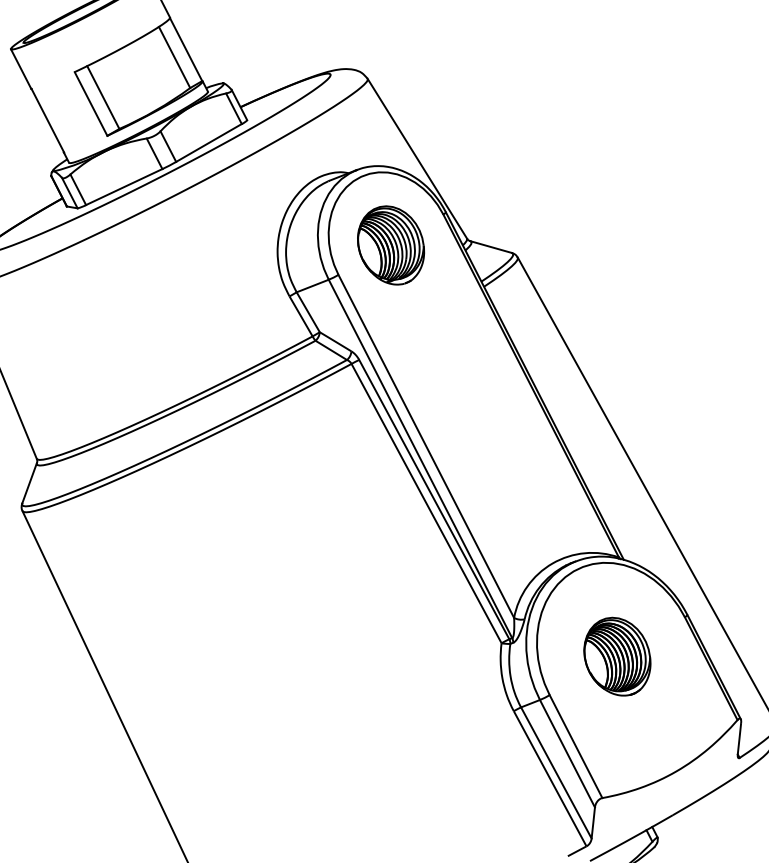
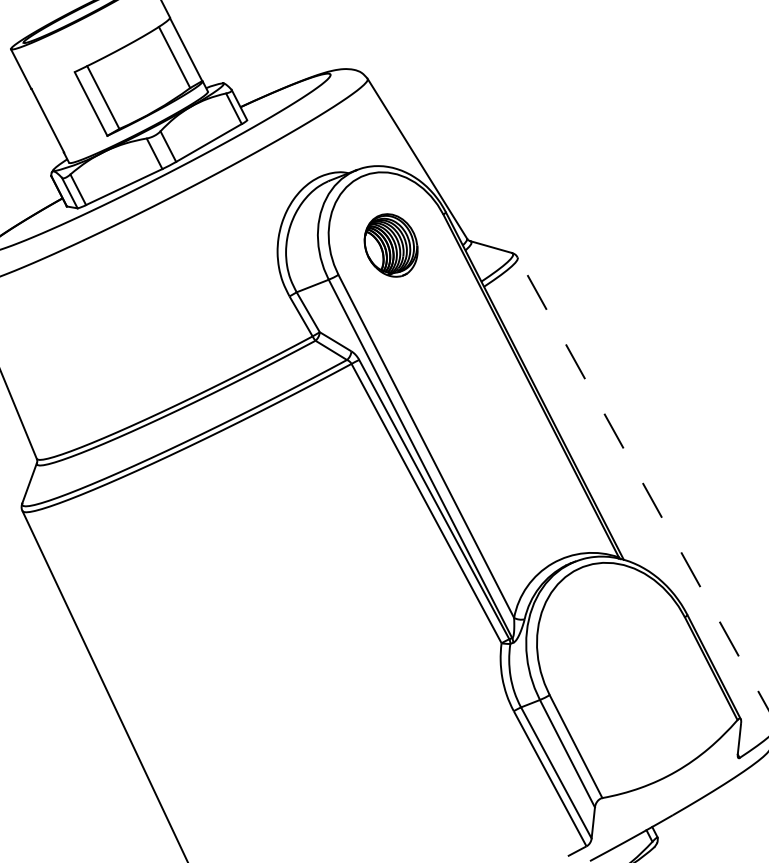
part at (391, 245) size: 69x81 px -> 56x65 px
line at (643, 483): solid -> dashed
part at (617, 656): present -> none
